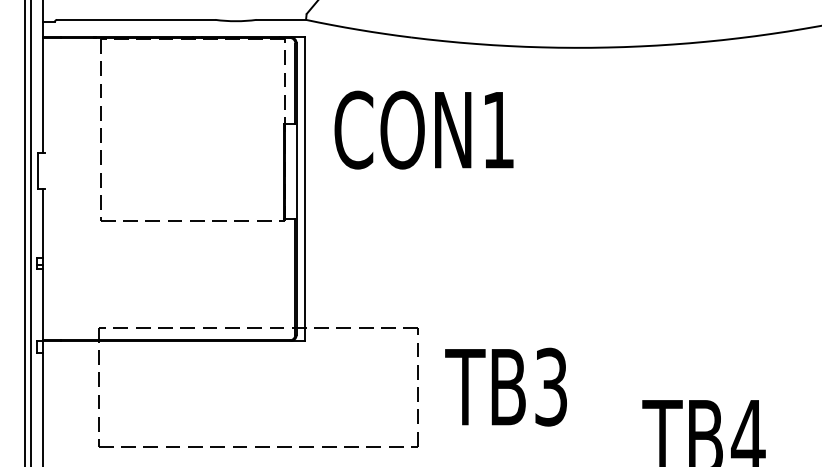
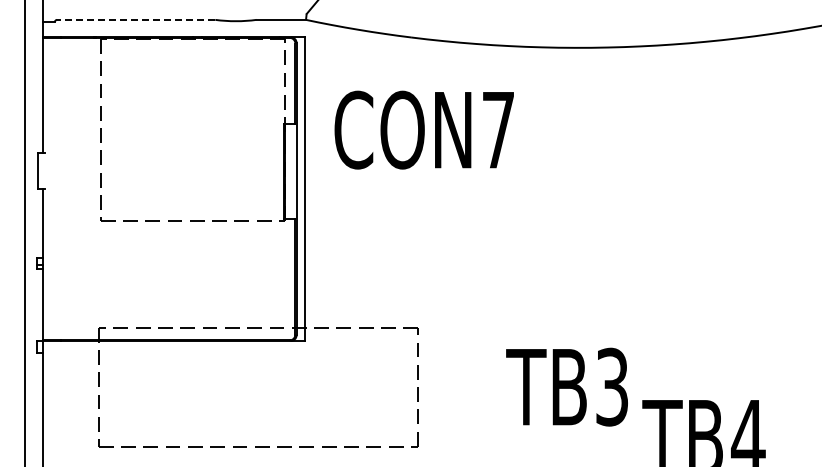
line at (135, 19): solid -> dashed
text at (498, 130): CON1 -> CON7
line at (30, 232): present -> none
text at (505, 386) position: (505, 386) -> (566, 386)
